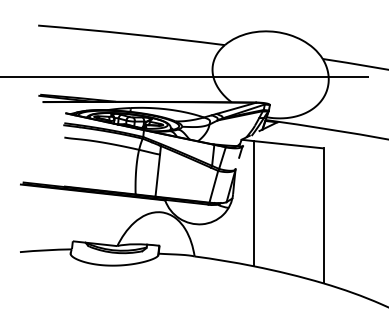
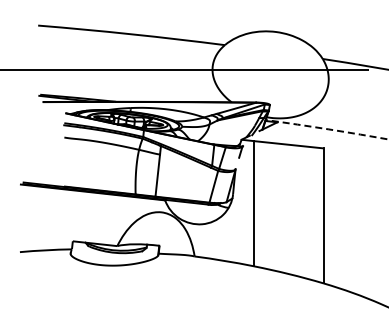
line at (193, 76) position: (193, 76) -> (193, 69)
arc at (327, 129): solid -> dashed
